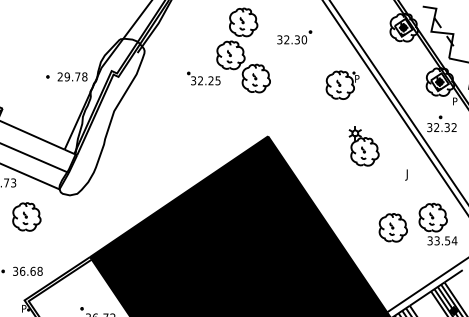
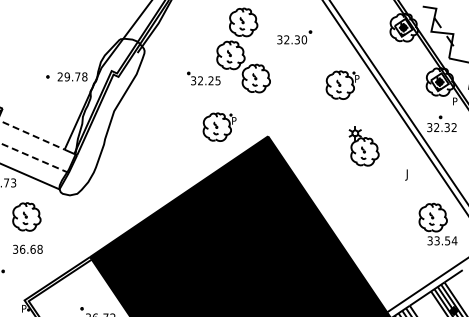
part at (219, 126): none -> present
line at (32, 135): solid -> dashed
line at (33, 157): solid -> dashed
part at (392, 227): present -> none
text at (27, 270) position: (27, 270) -> (27, 248)
